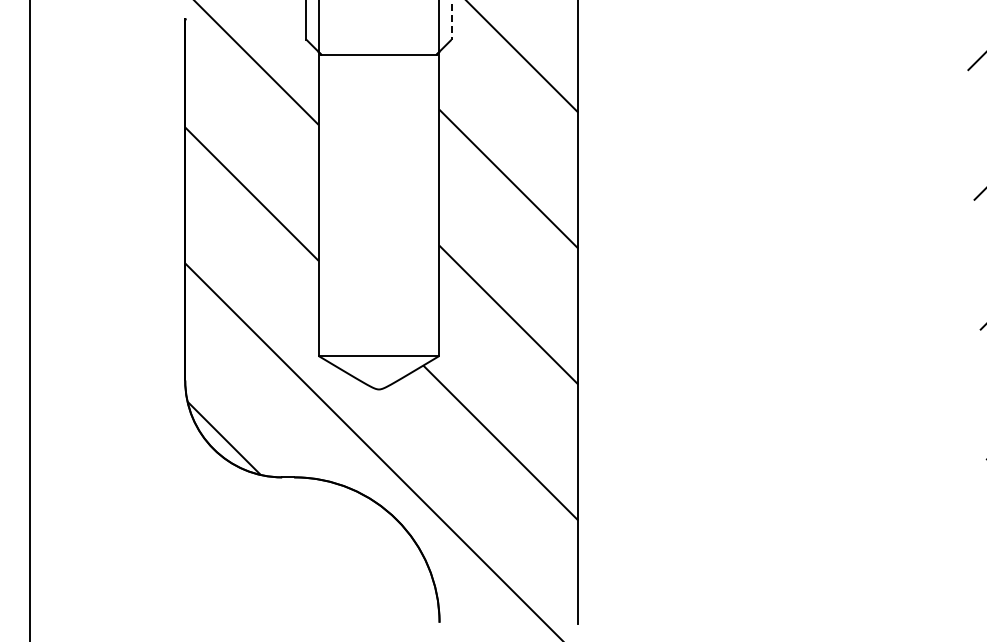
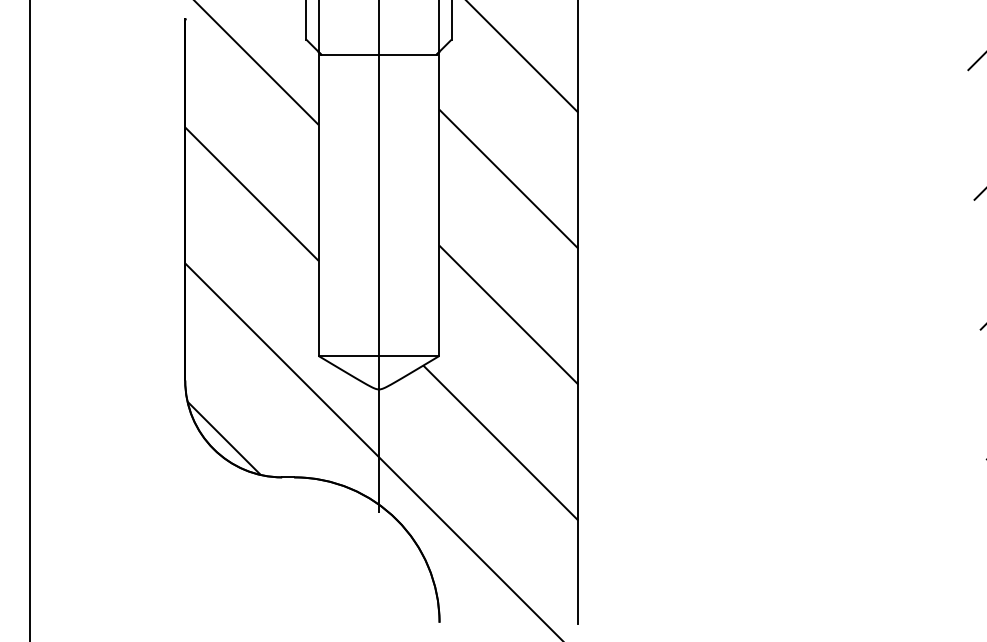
line at (451, 20): dashed -> solid
line at (378, 257): none -> present
